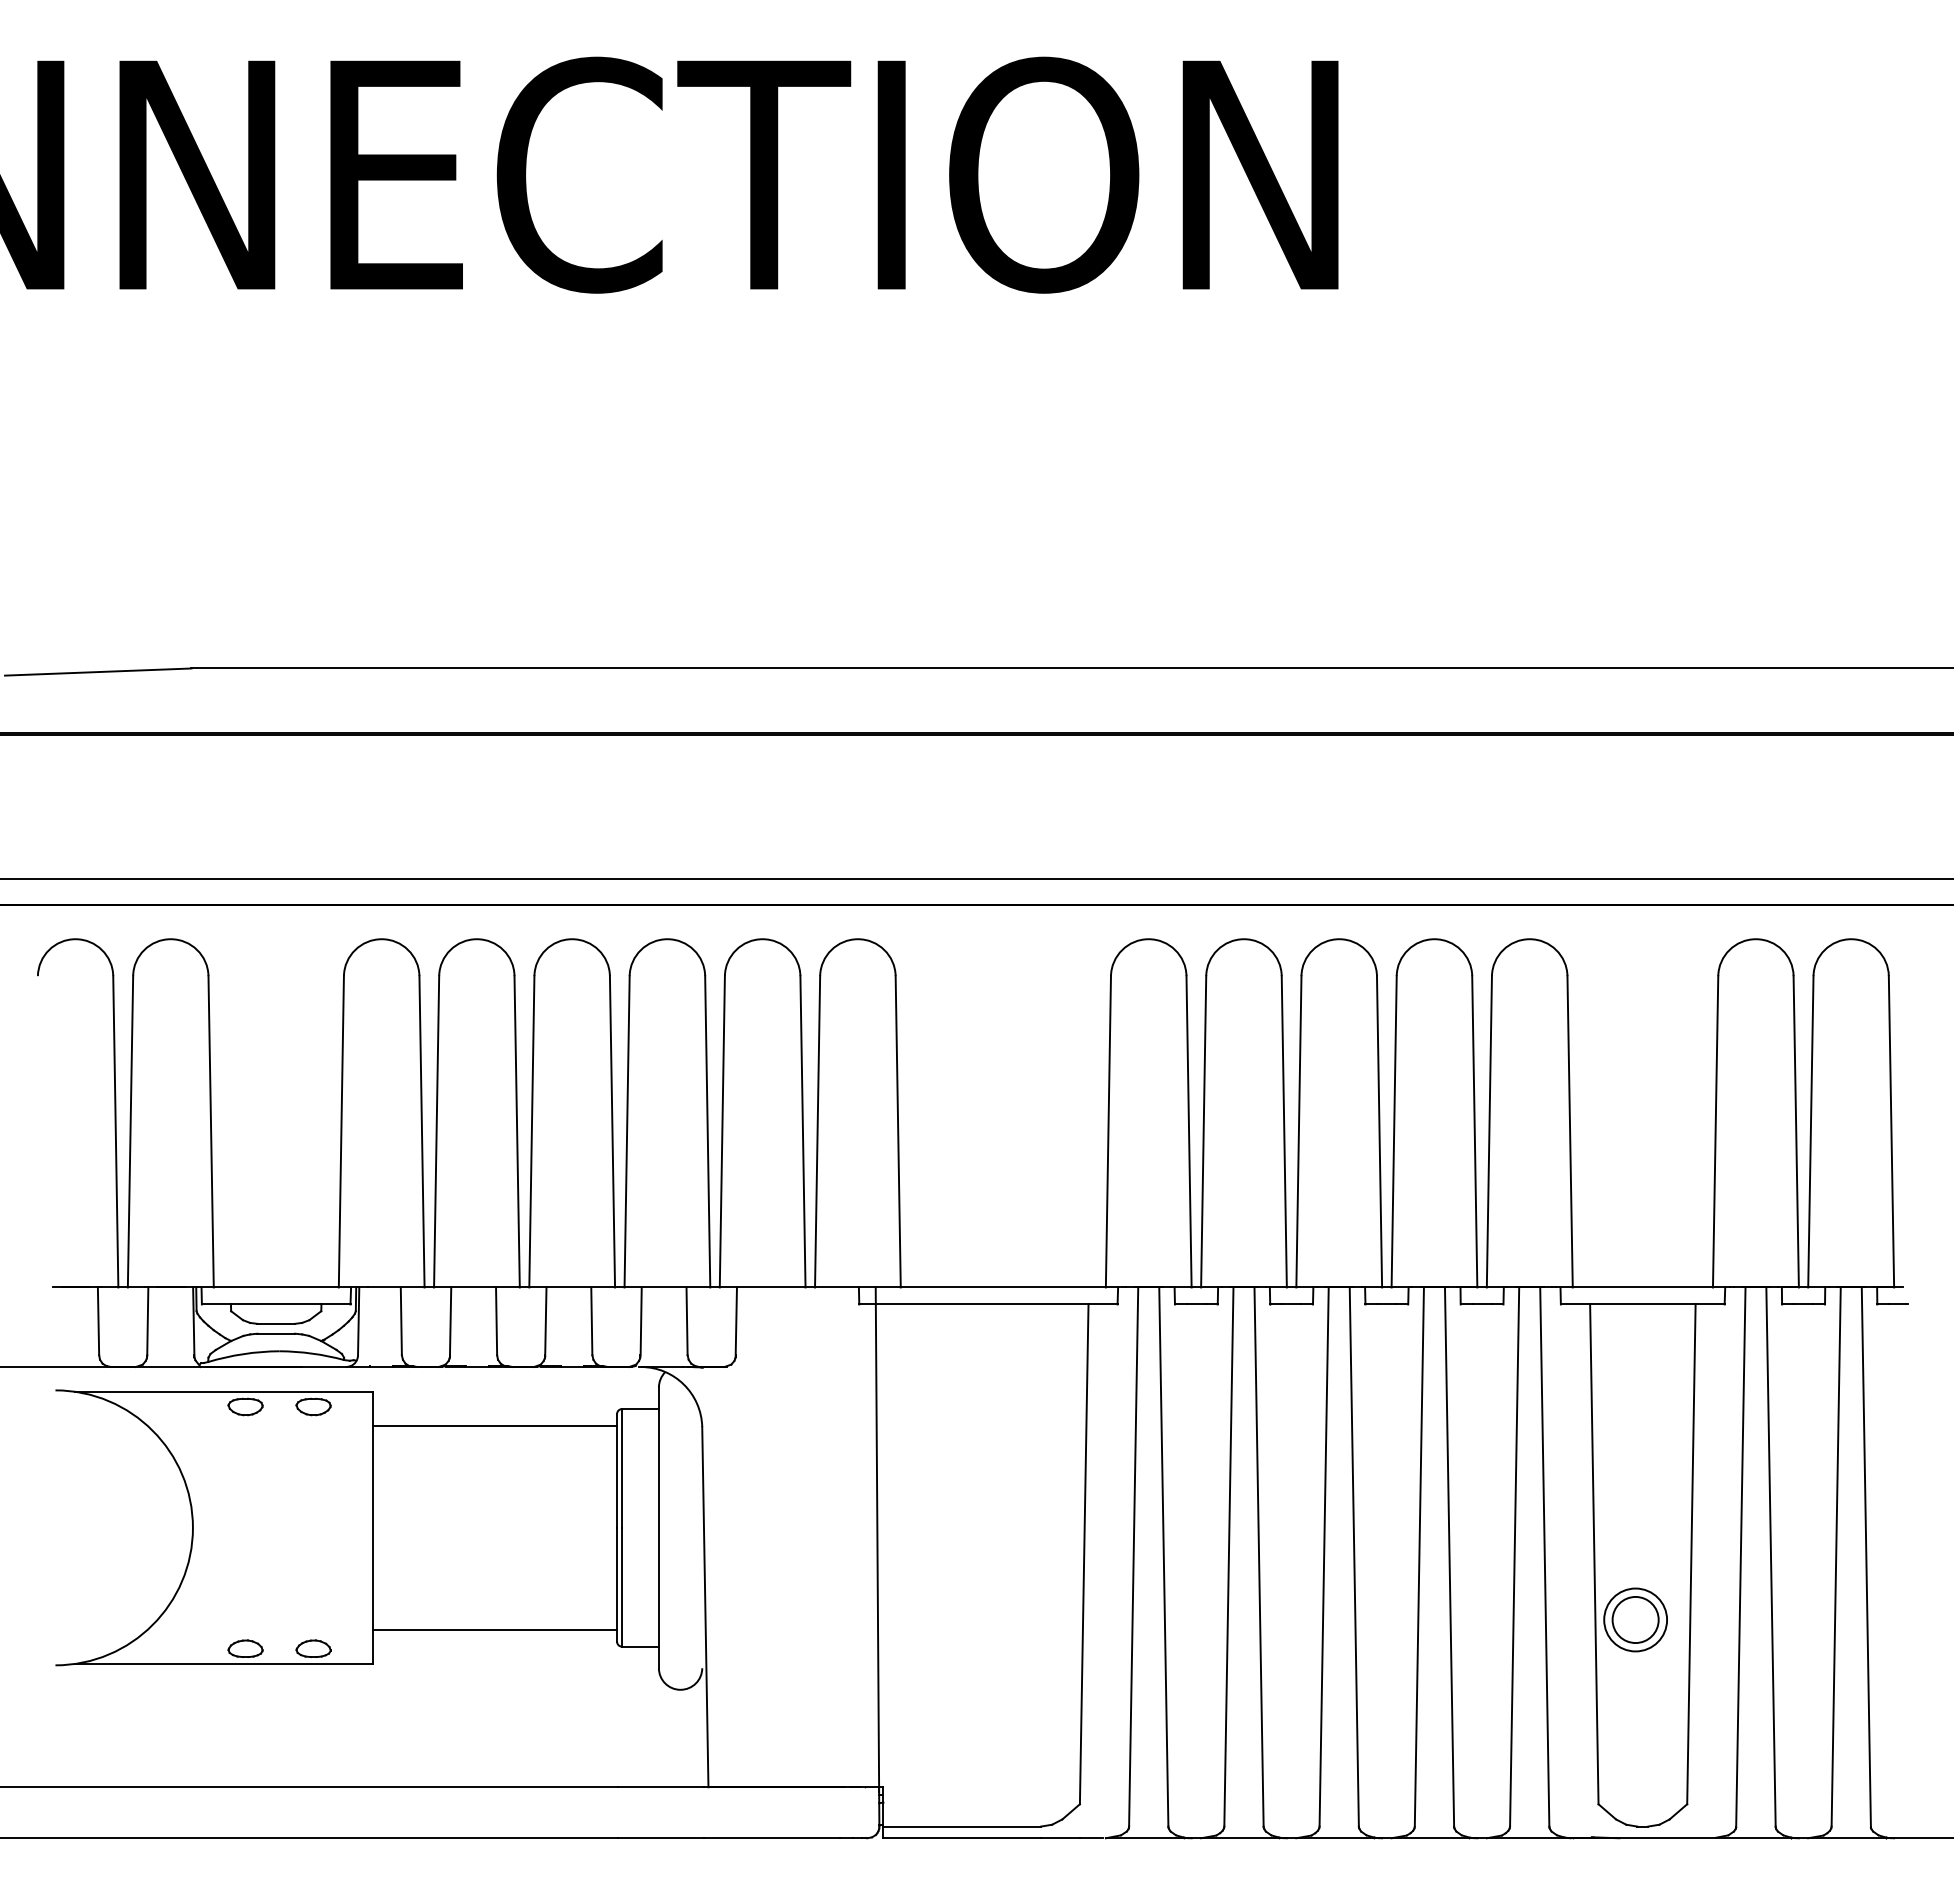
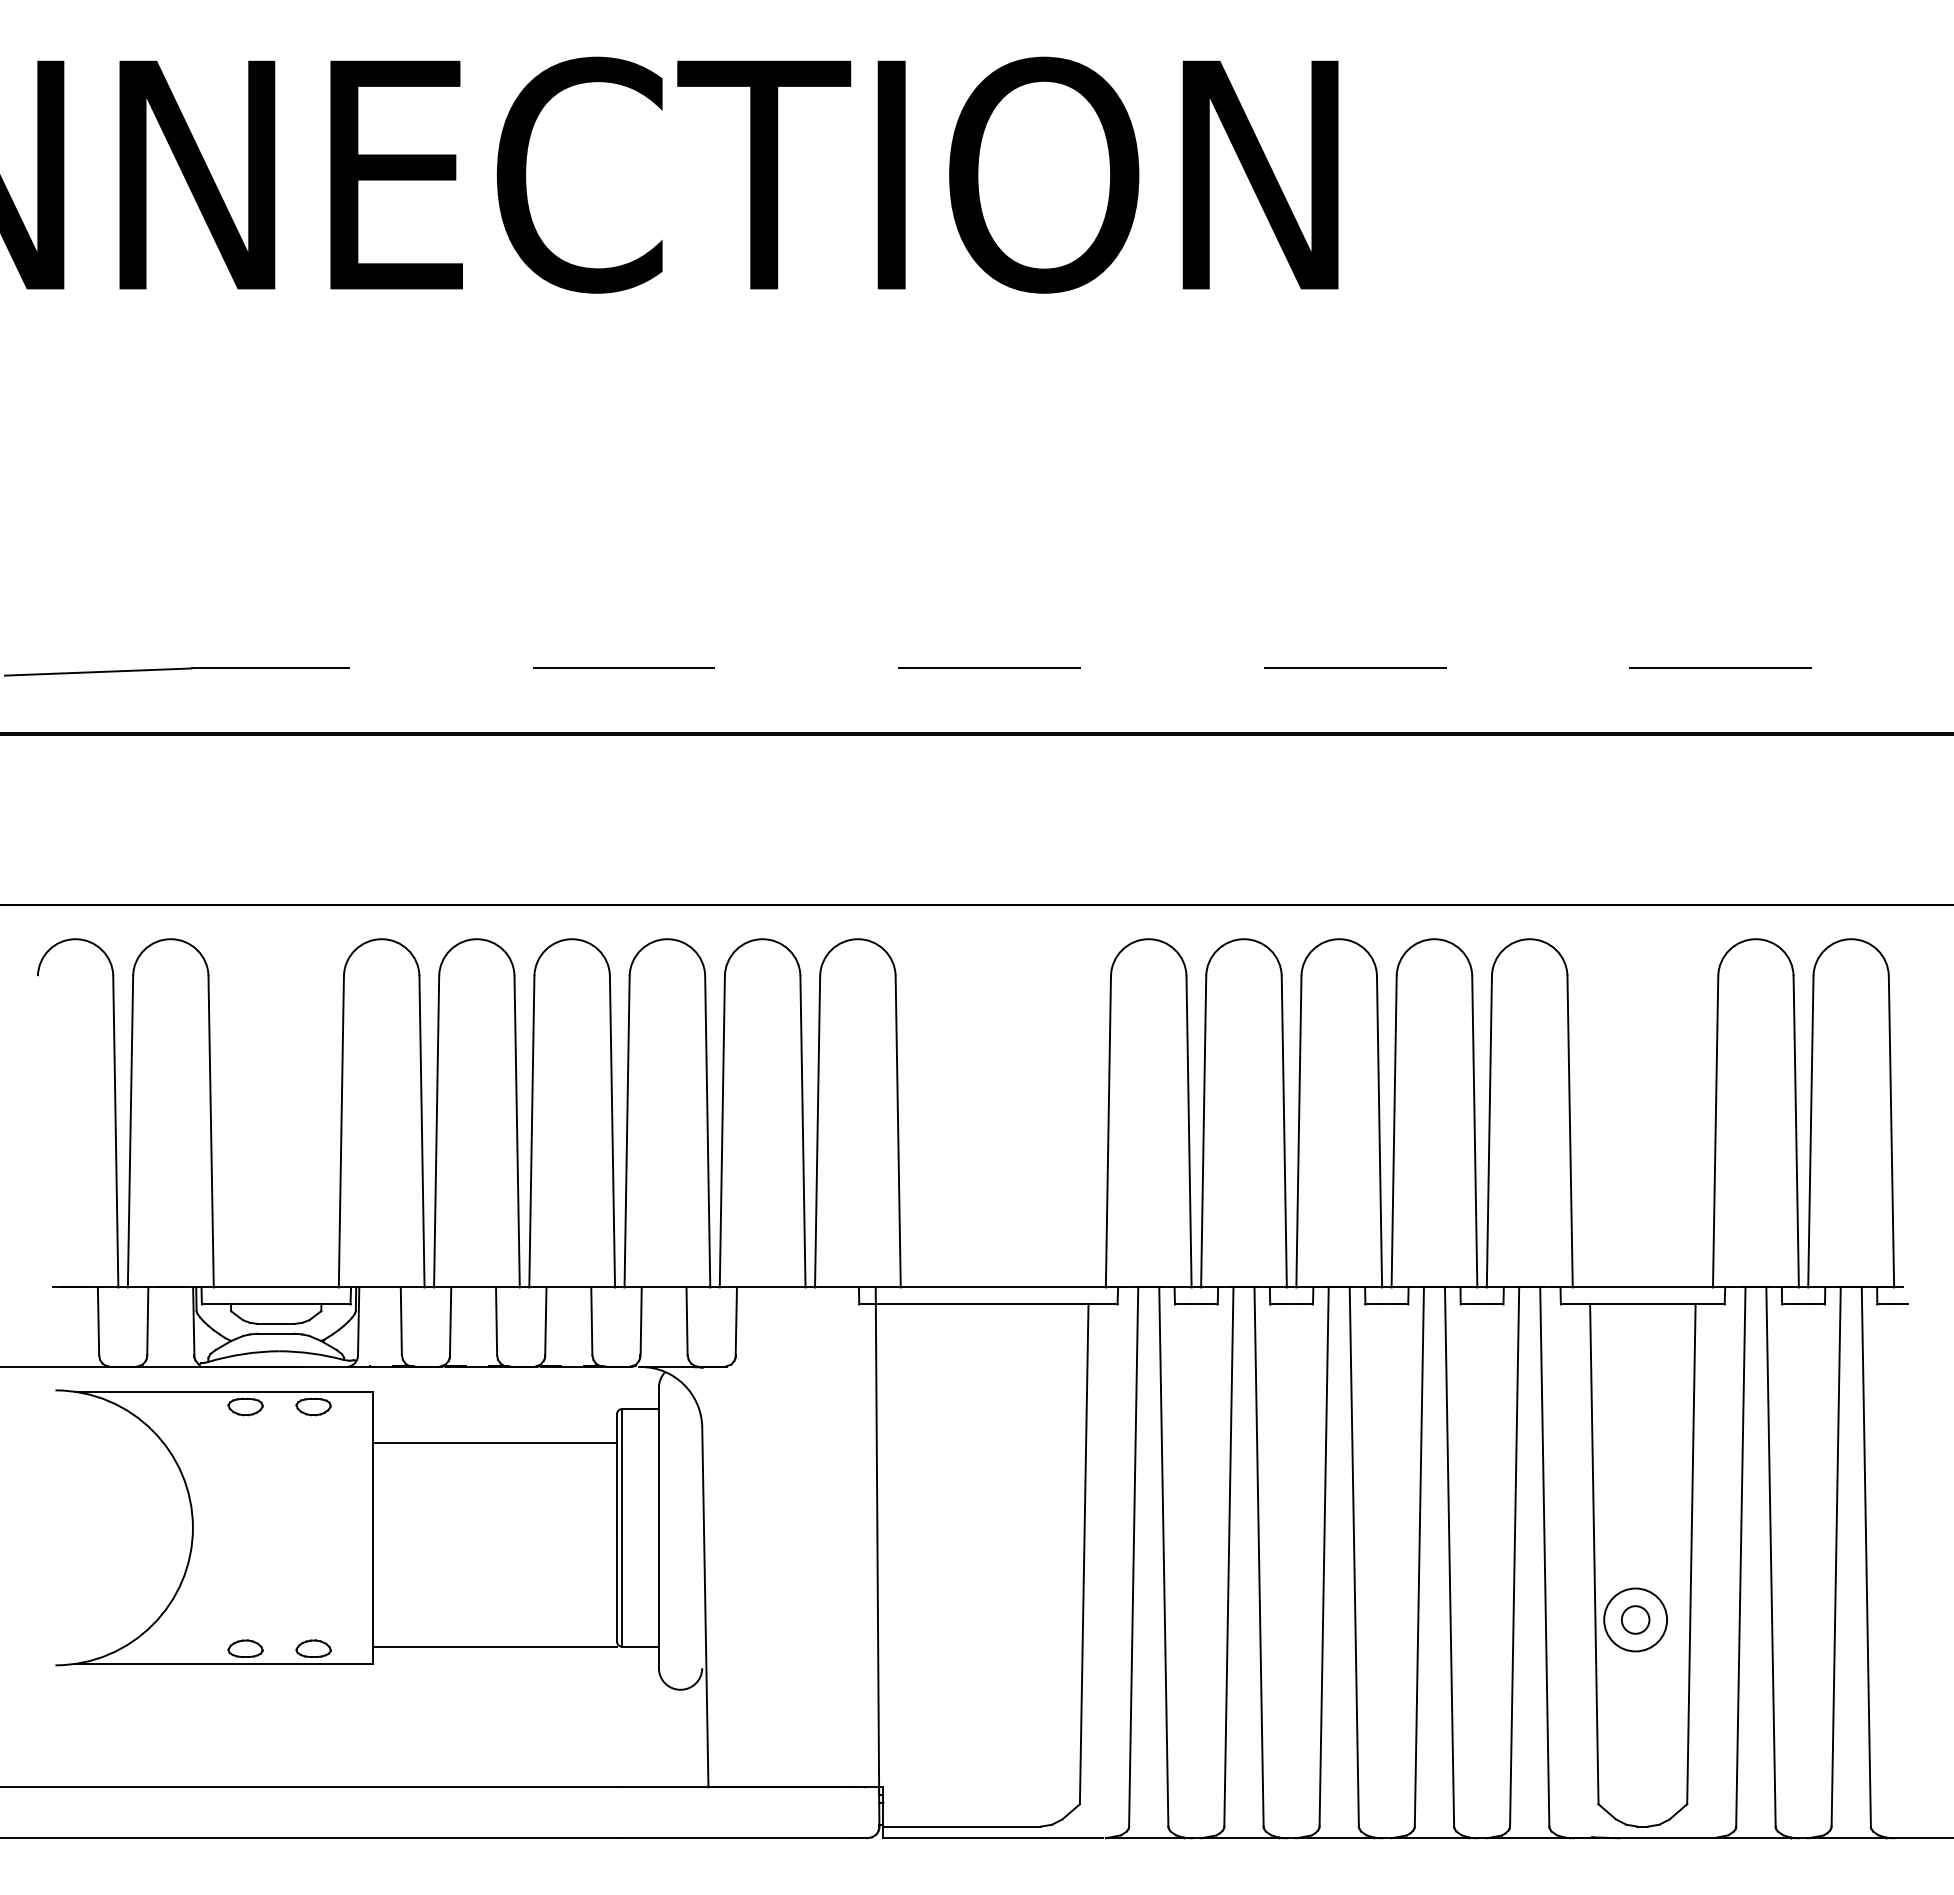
line at (1072, 668): solid -> dashed
line at (976, 879): present -> none
line at (495, 1425) position: (495, 1425) -> (495, 1442)
circle at (1635, 1619) diameter: 46 px -> 28 px
line at (495, 1630) position: (495, 1630) -> (495, 1647)
